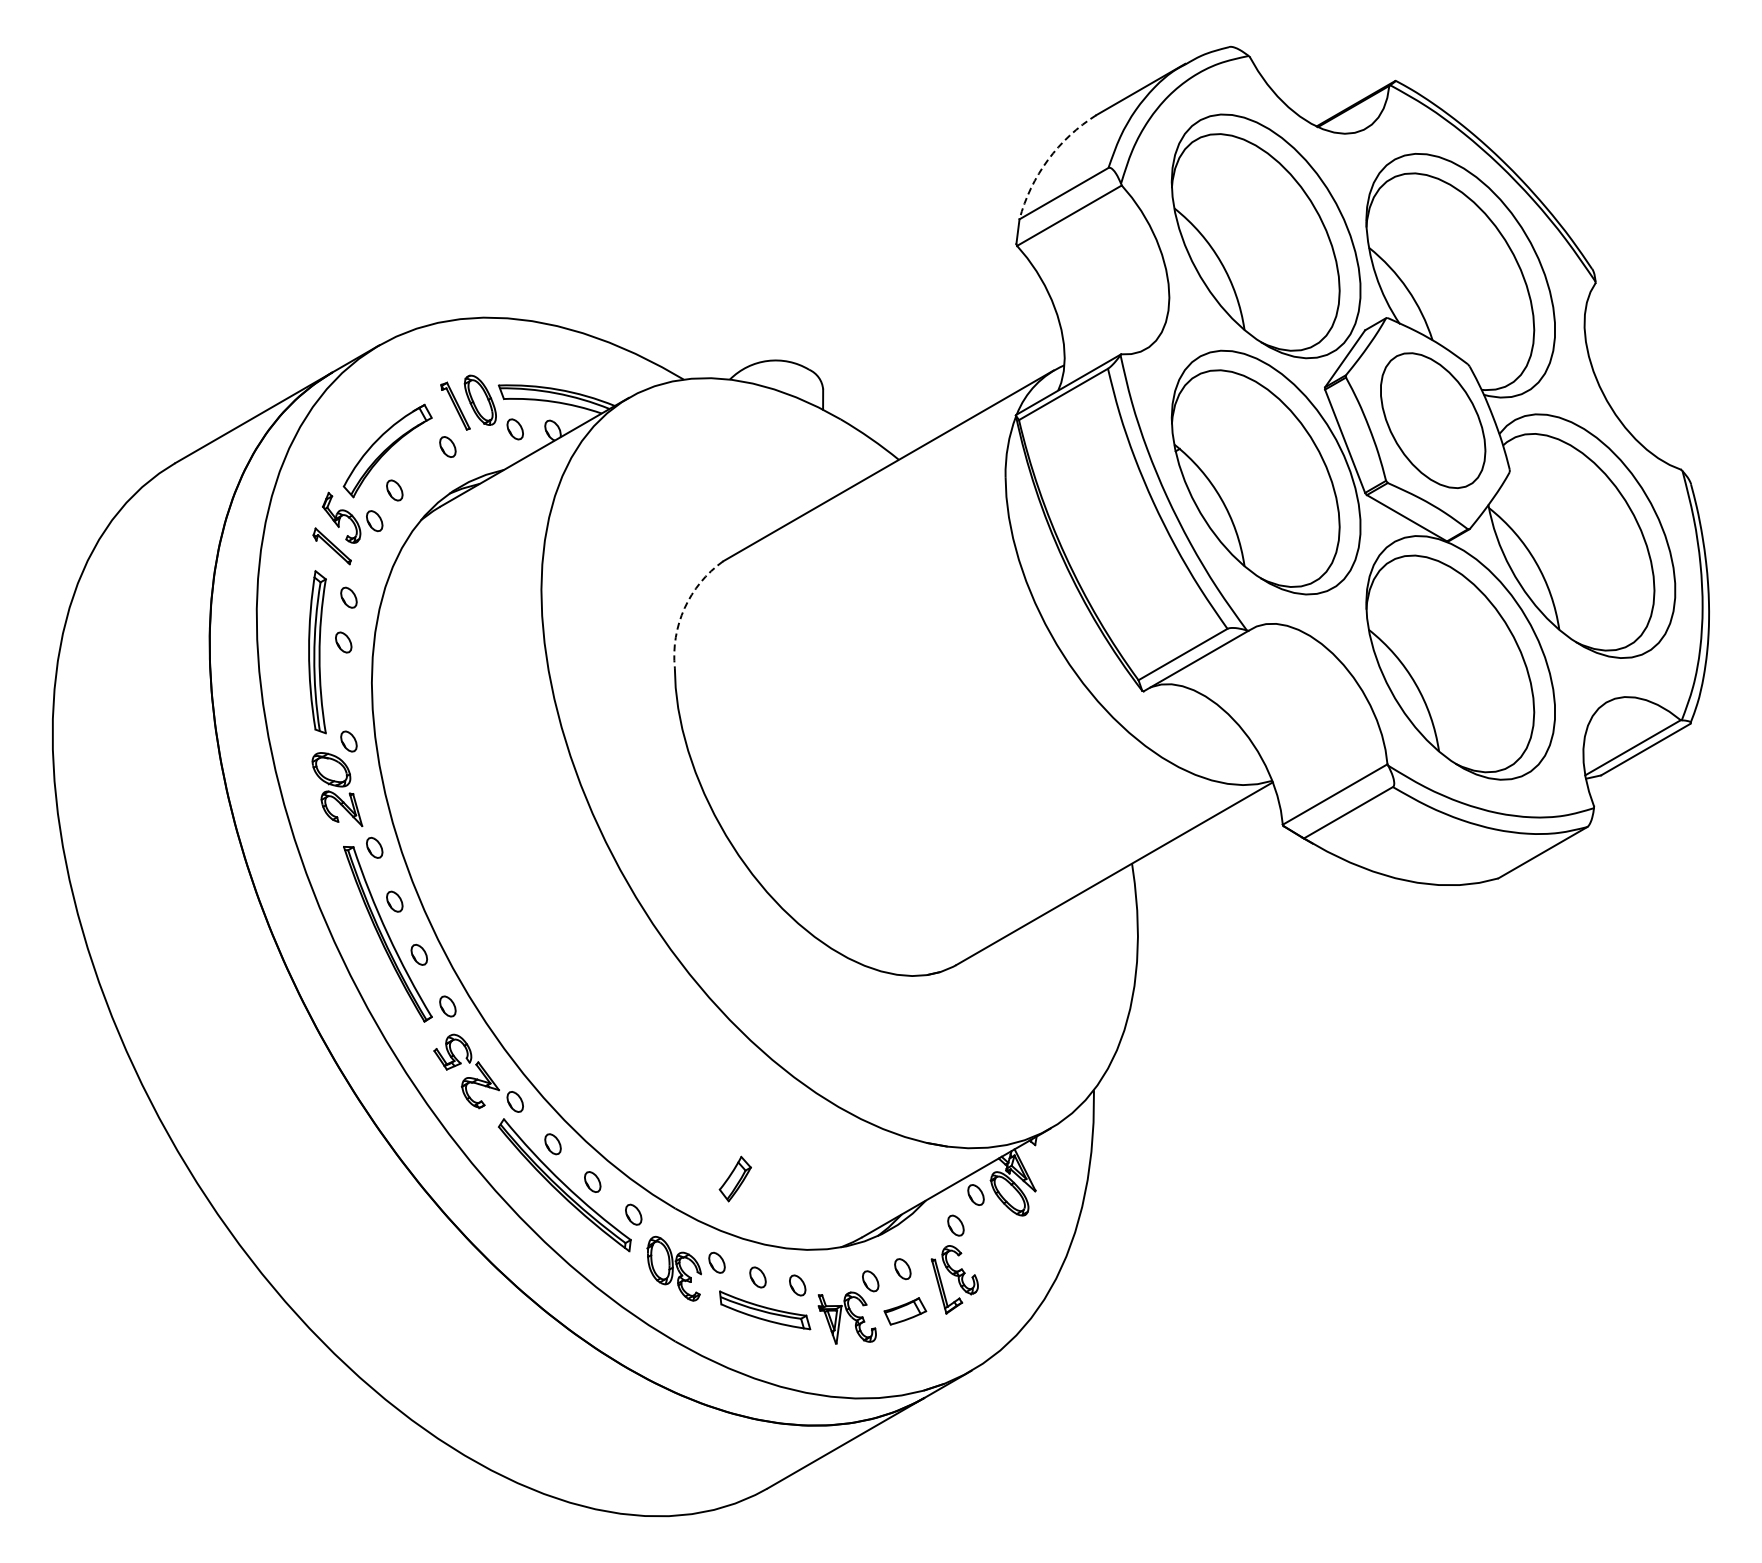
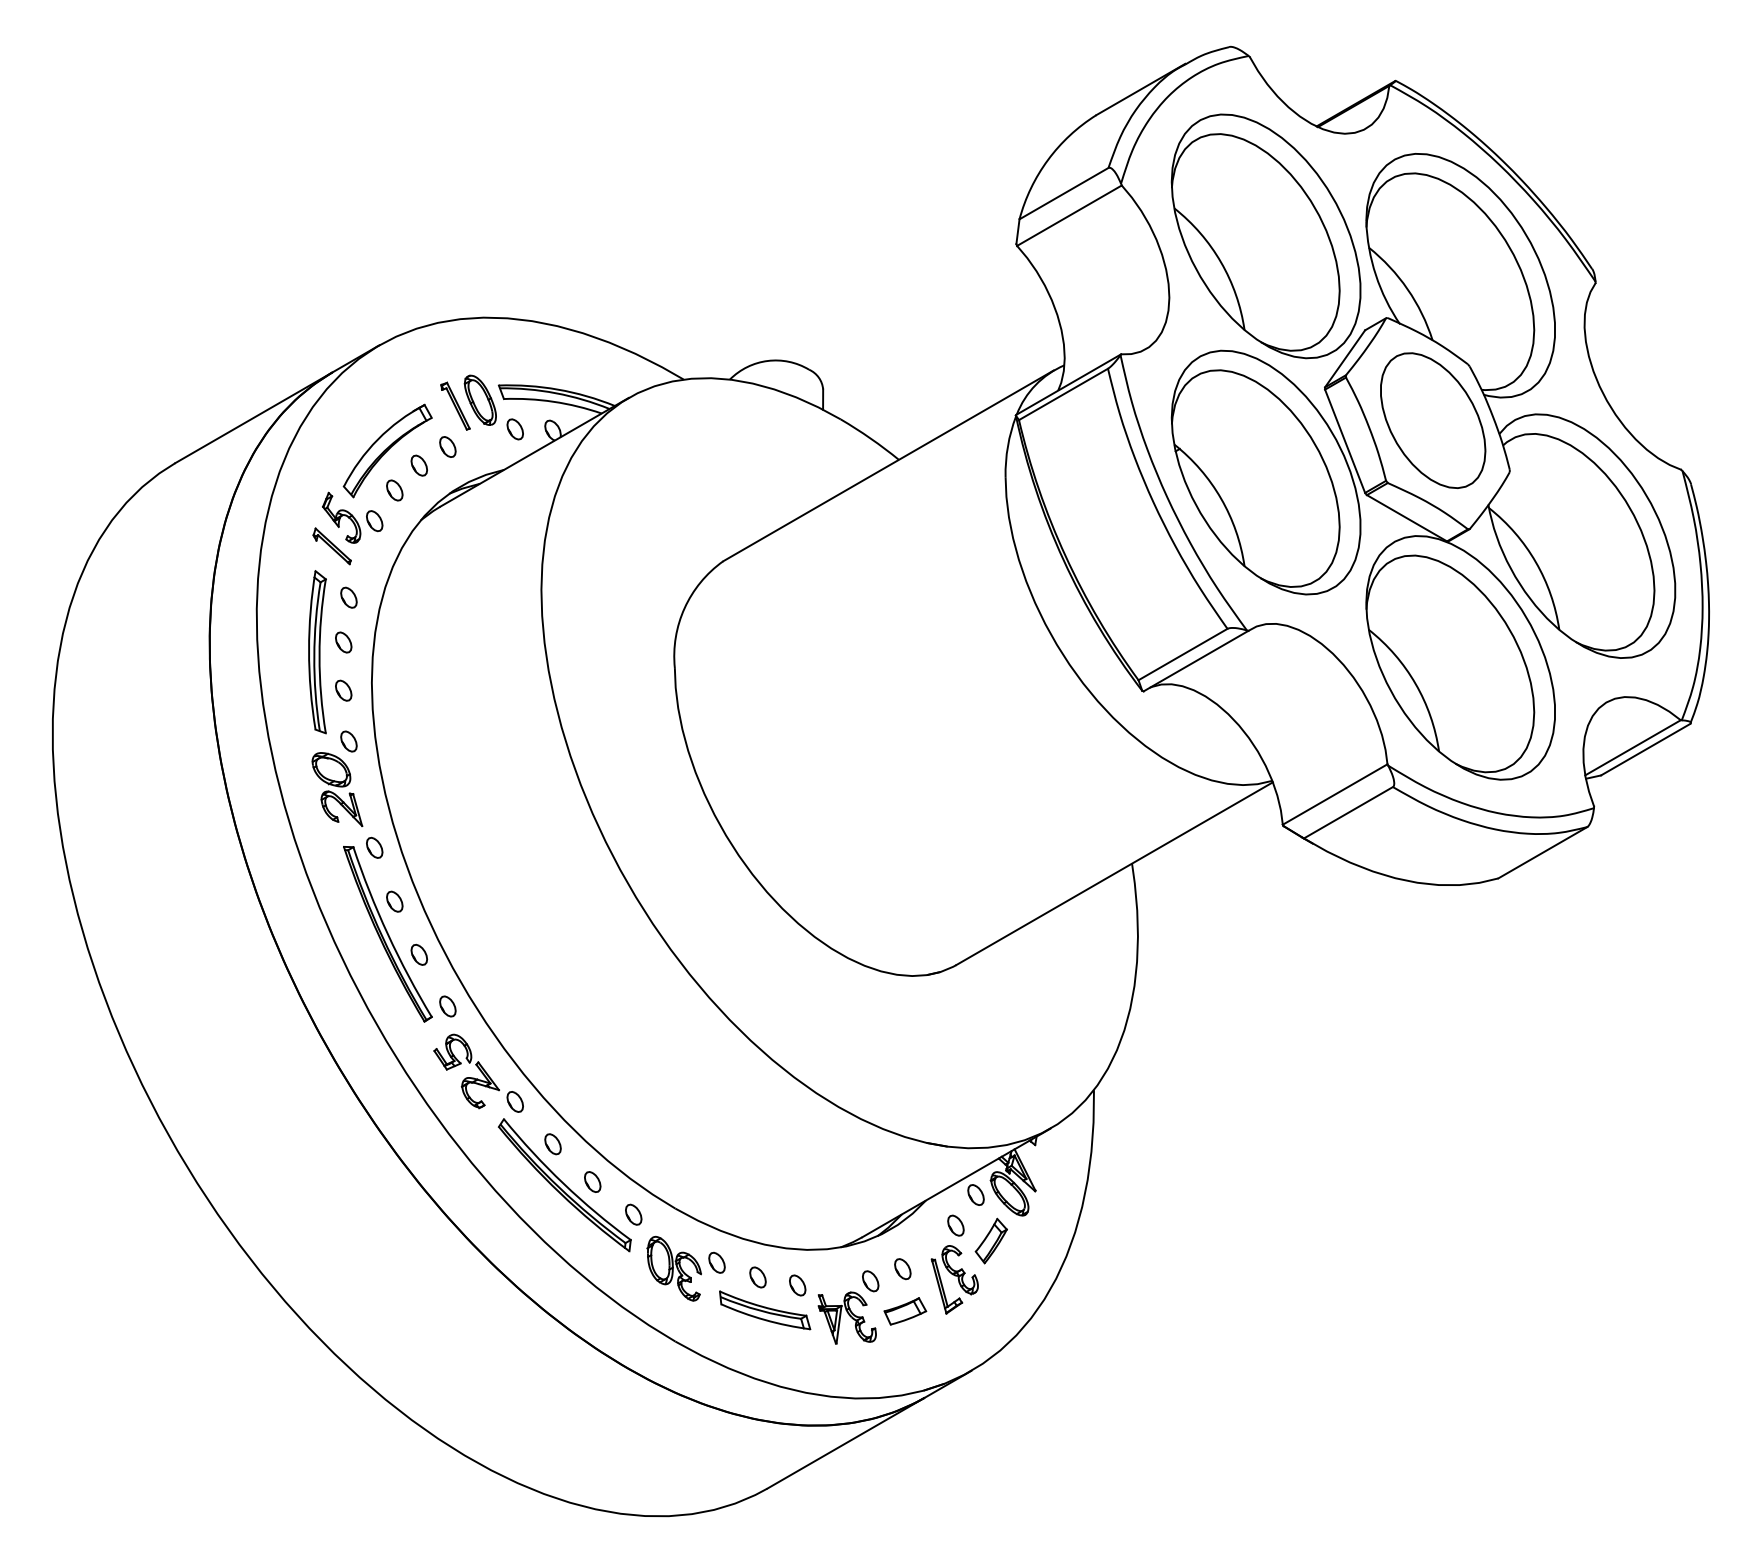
arc at (1048, 159): dashed -> solid
part at (418, 465): none -> present
arc at (684, 608): dashed -> solid
part at (343, 690): none -> present
part at (734, 1178) position: (734, 1178) -> (990, 1240)
